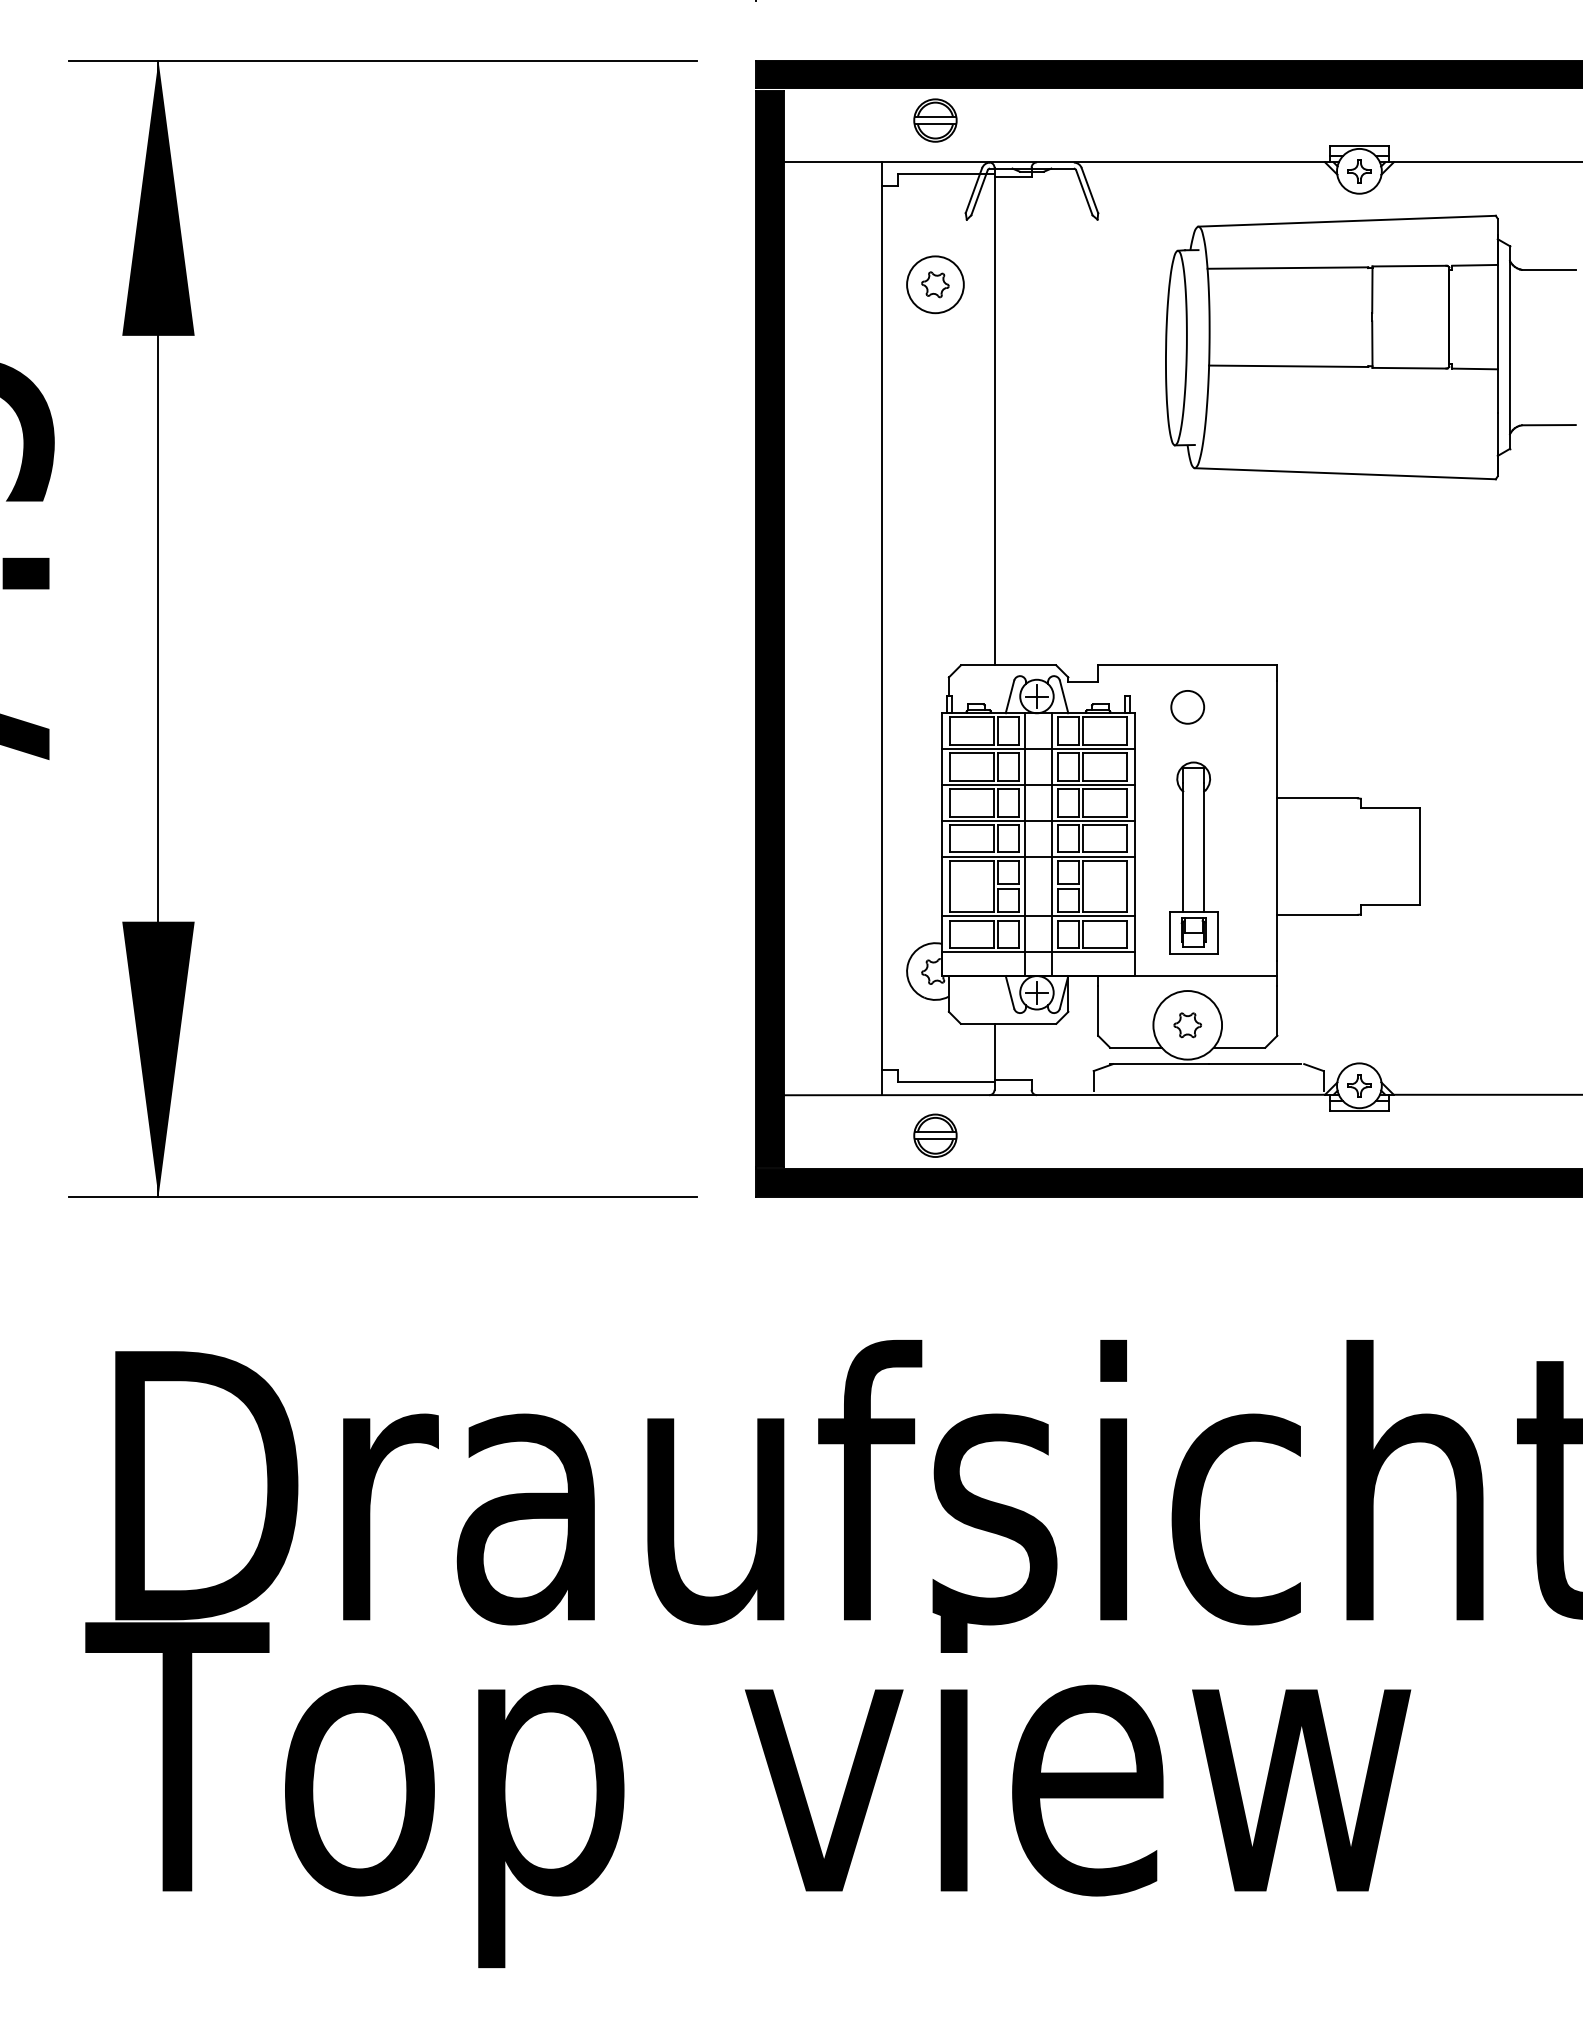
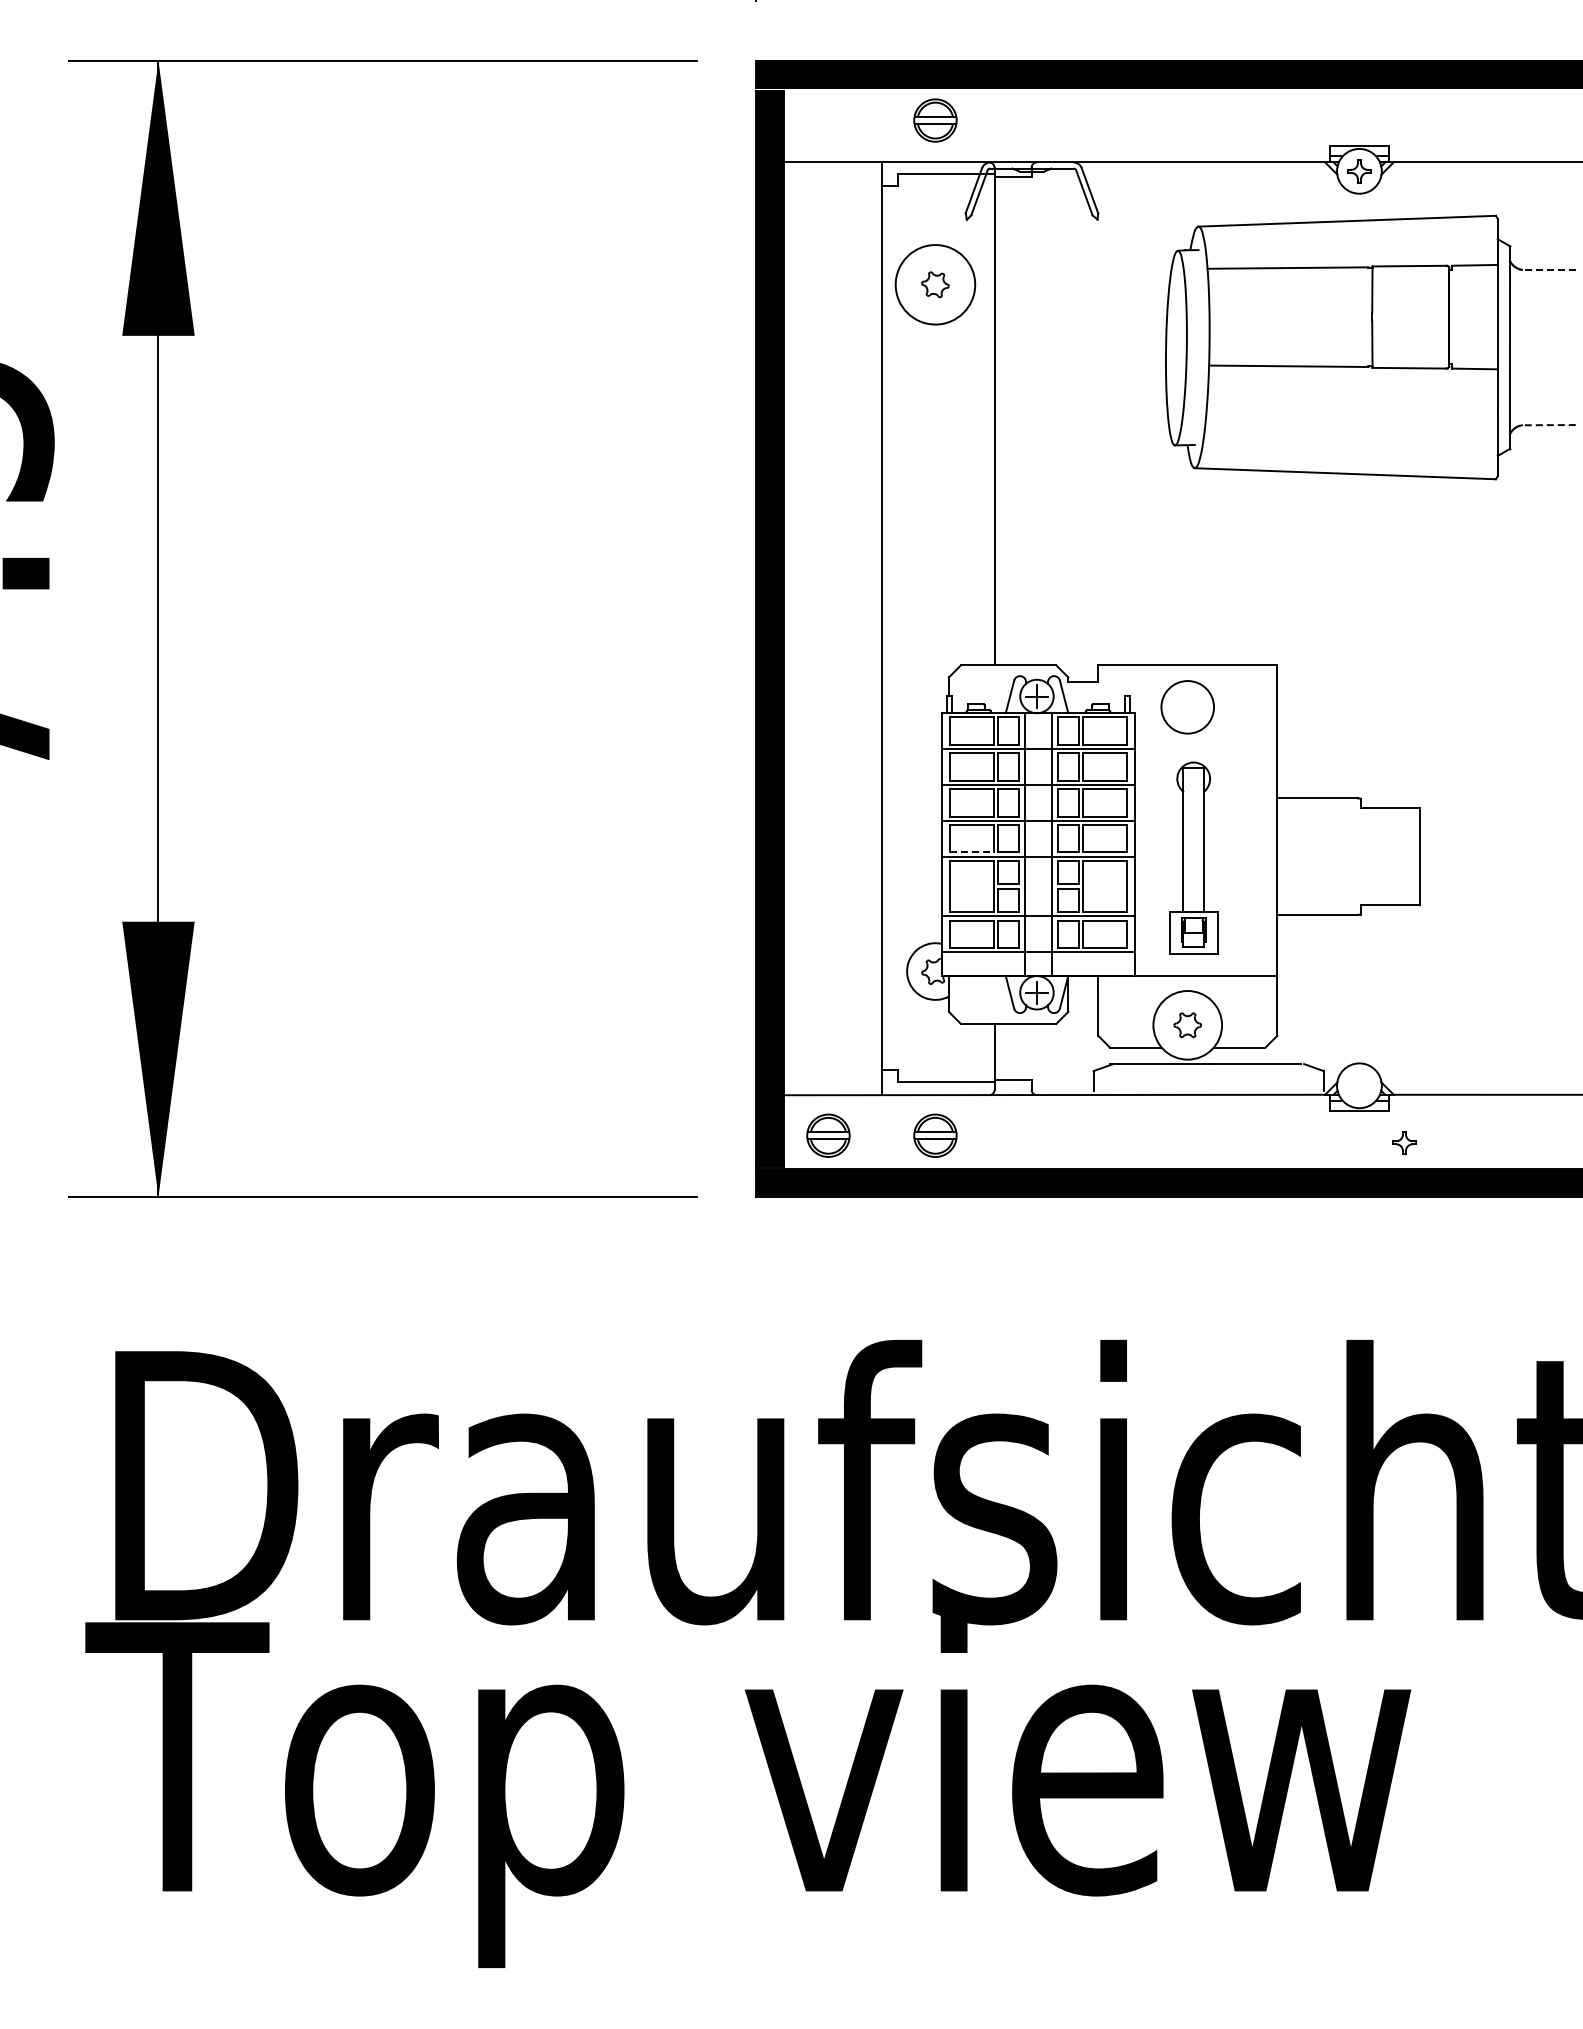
line at (1548, 269): solid -> dashed
circle at (935, 284) diameter: 57 px -> 80 px
line at (1548, 425): solid -> dashed
circle at (1187, 706) diameter: 33 px -> 53 px
line at (971, 852): solid -> dashed
part at (1359, 1085) position: (1359, 1085) -> (1404, 1142)
part at (828, 1135): none -> present
